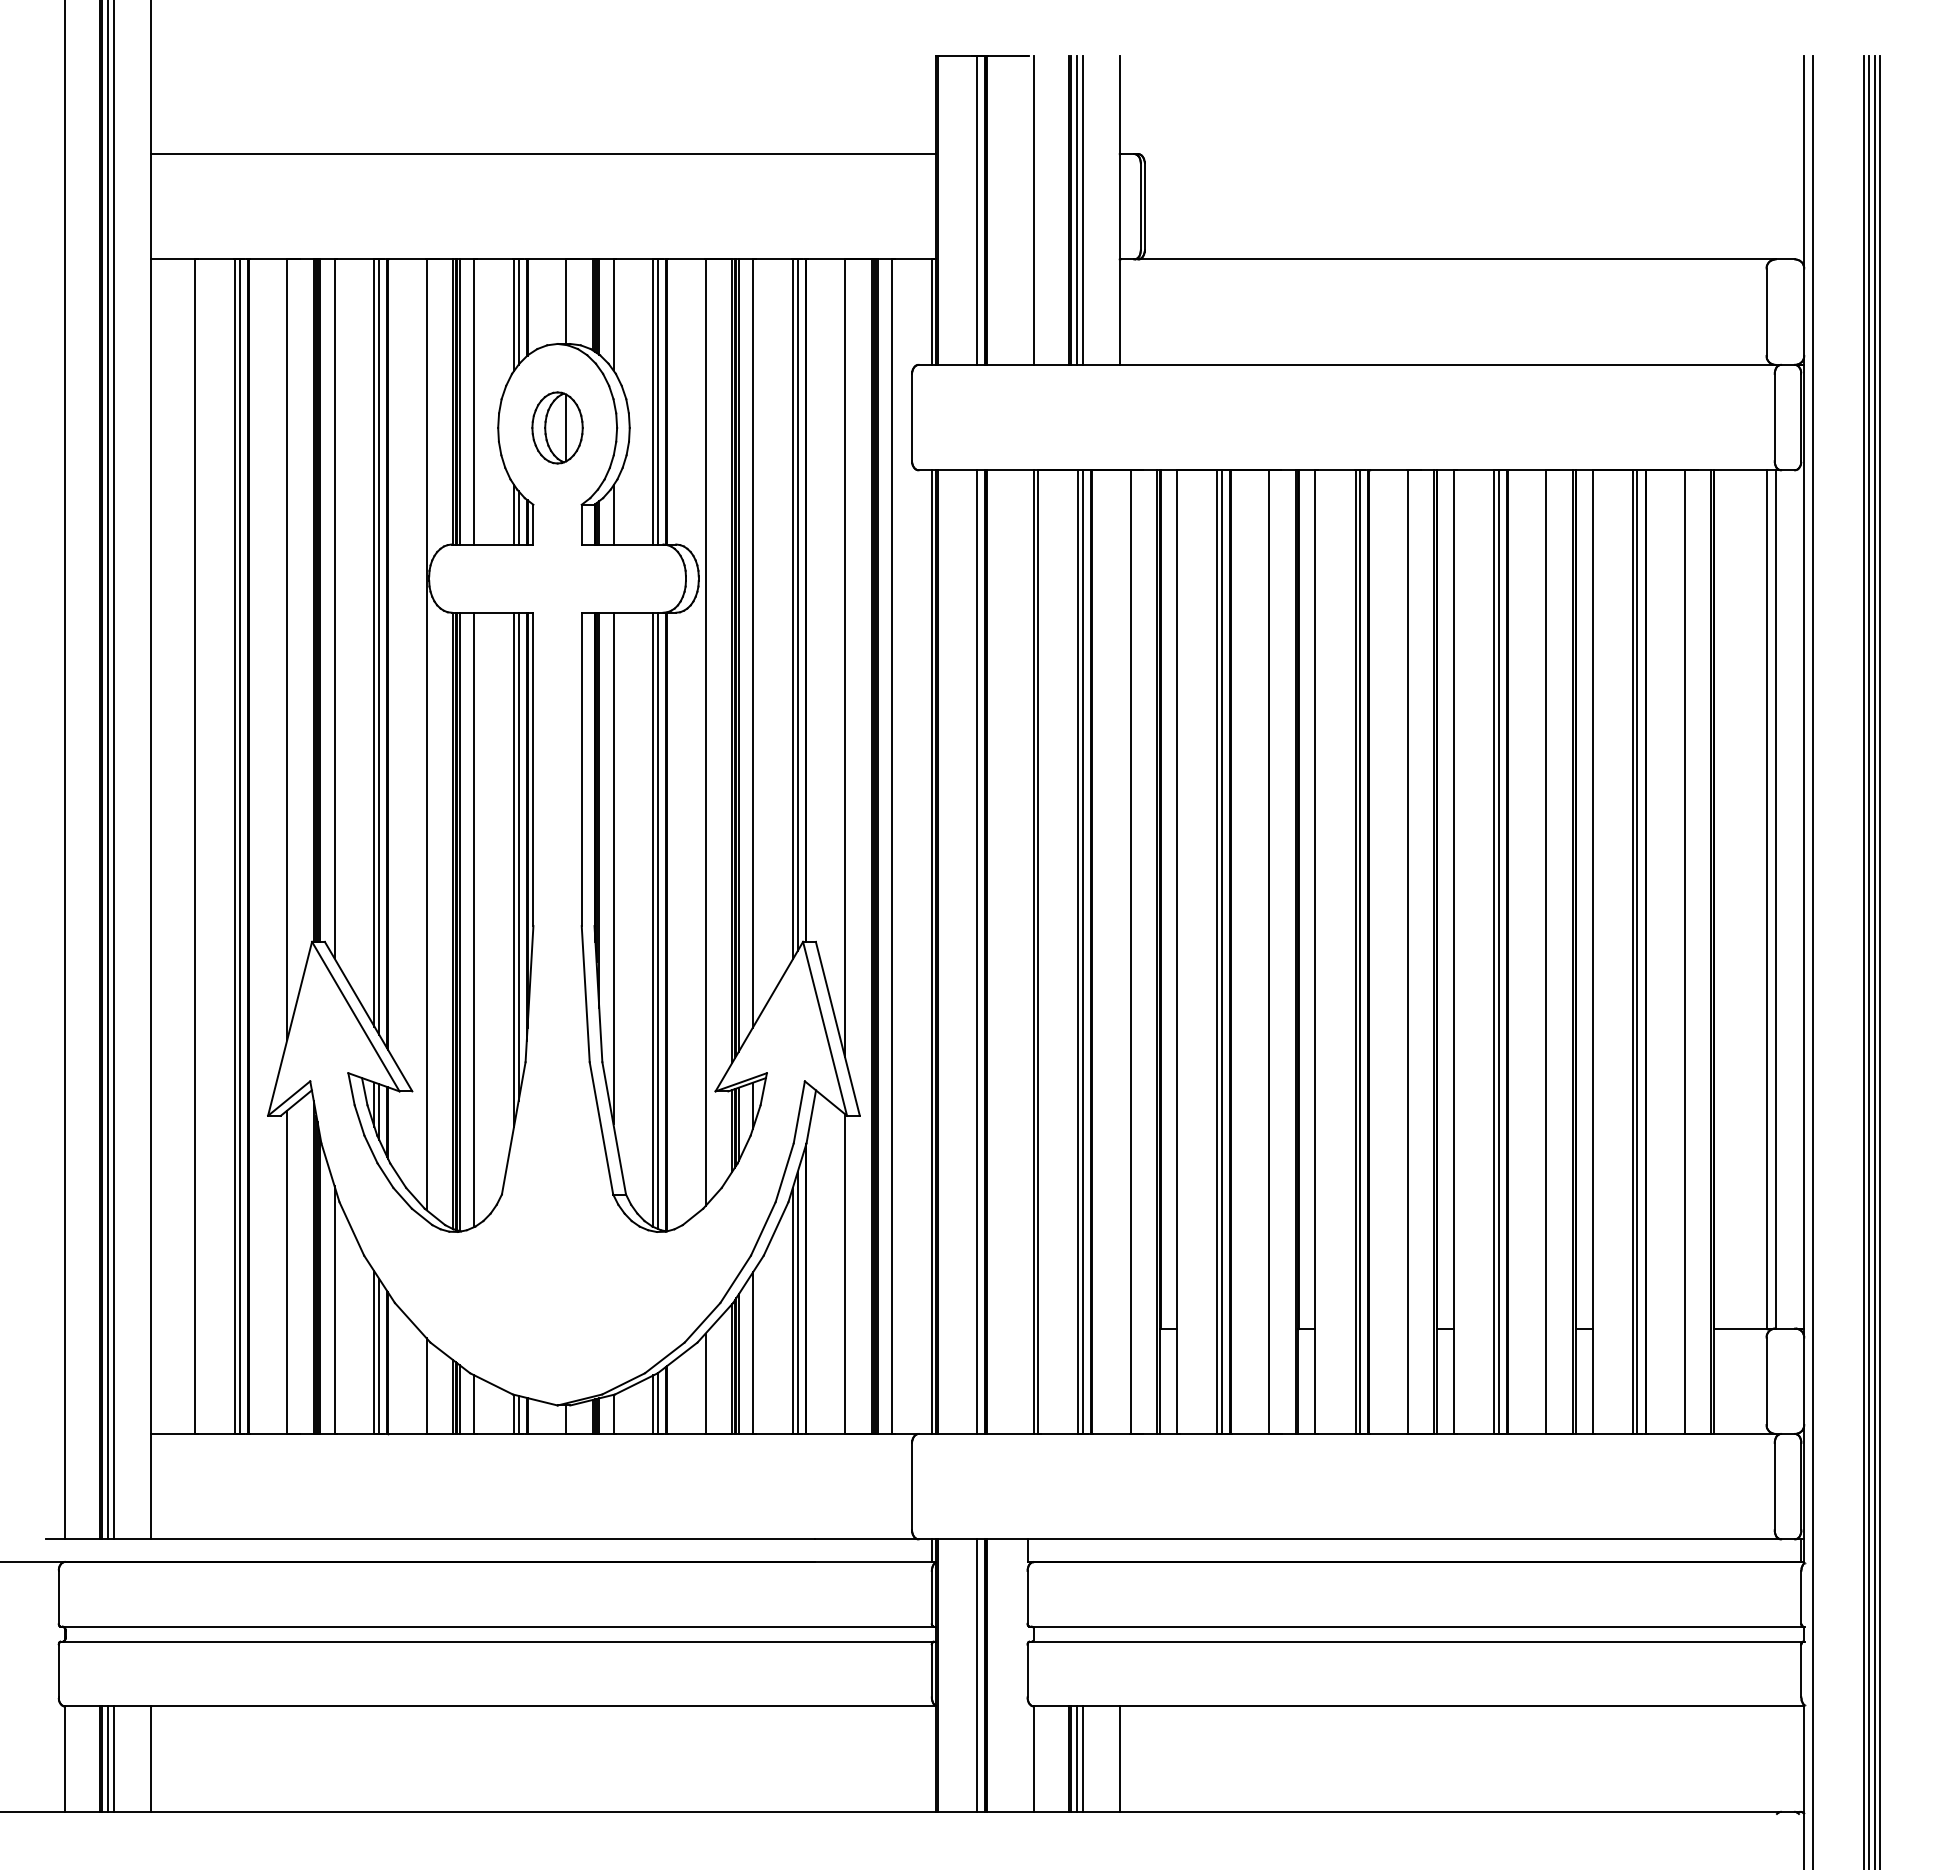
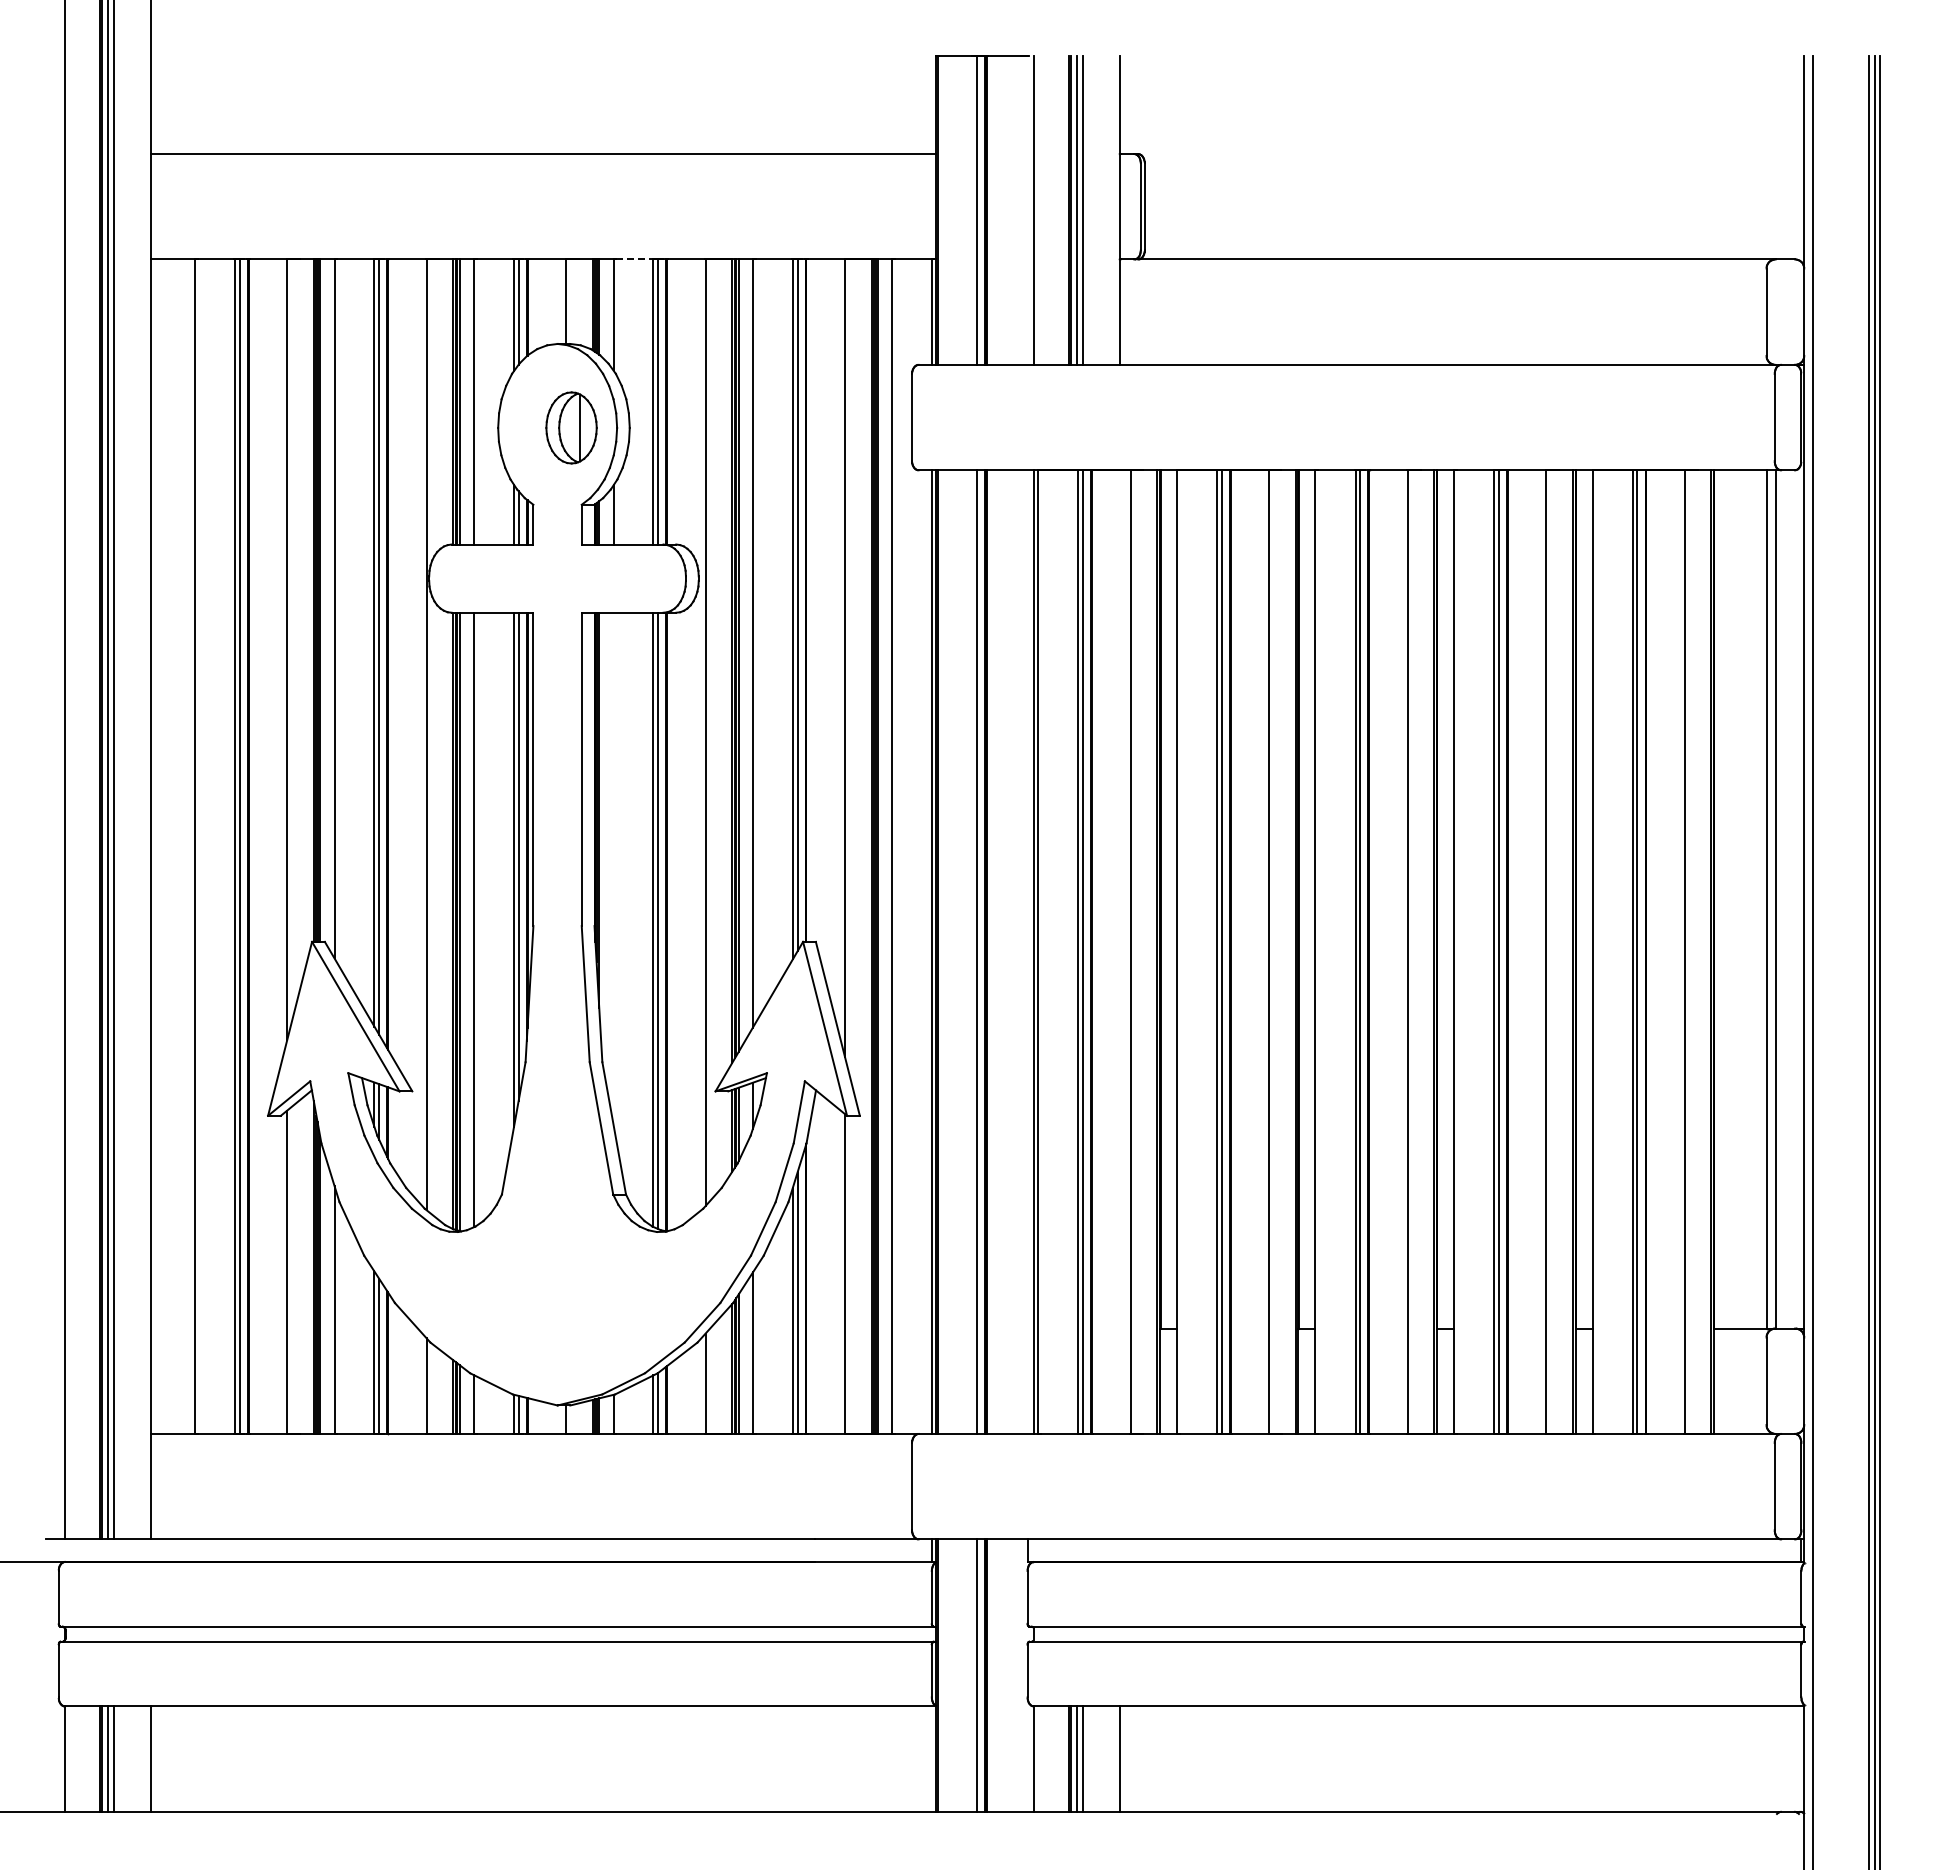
line at (634, 259): solid -> dashed
part at (557, 427) position: (557, 427) -> (571, 427)
line at (613, 868): present -> none
line at (1864, 961): present -> none
